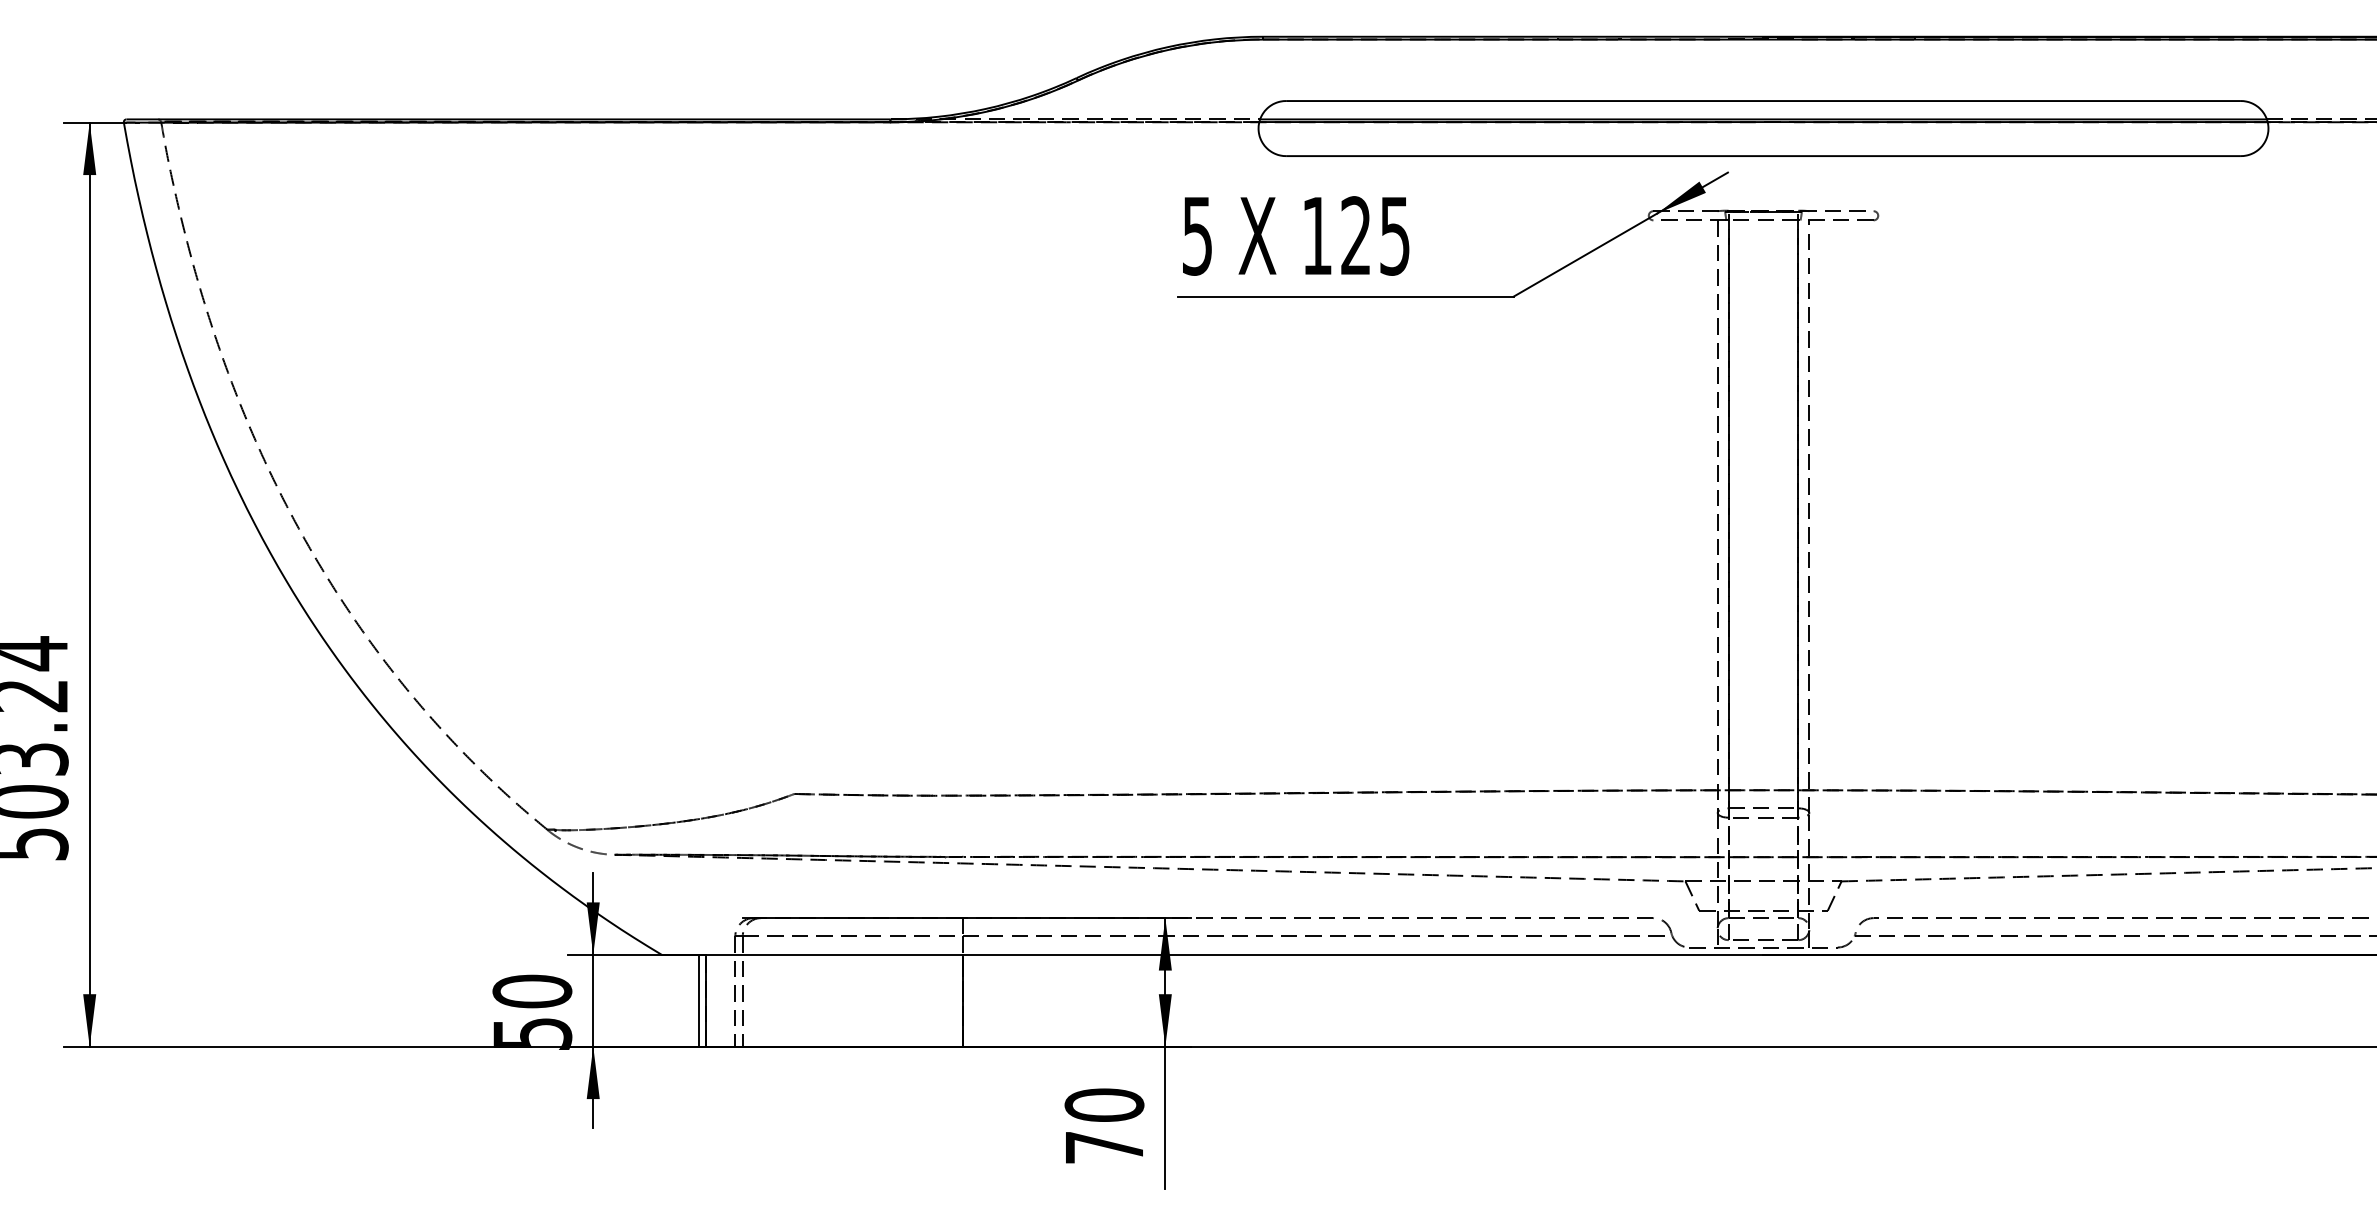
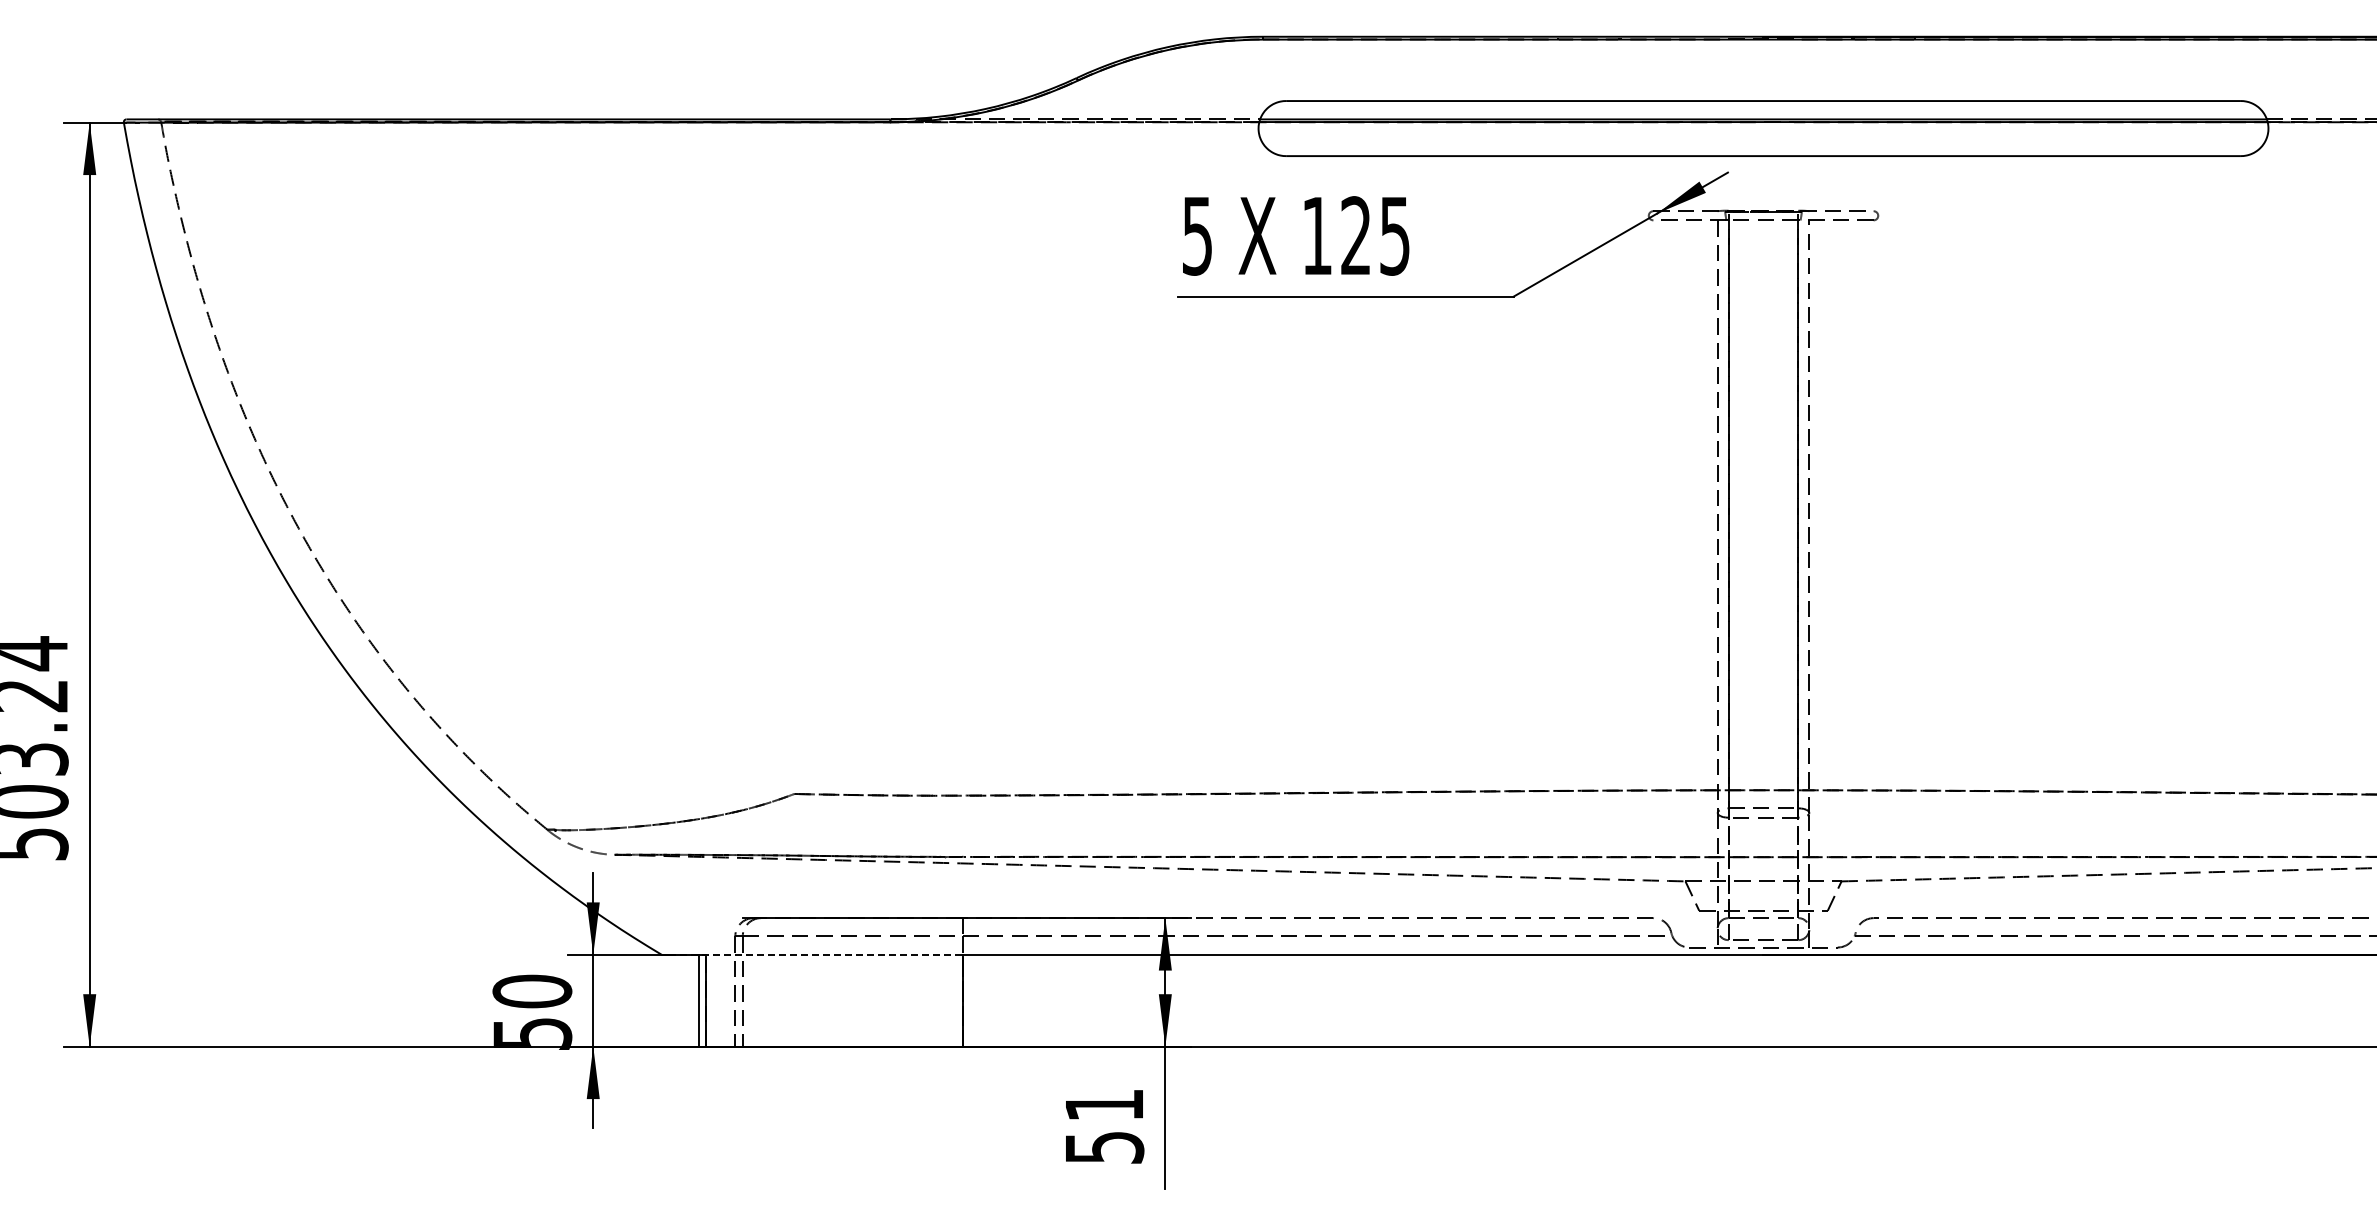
line at (816, 954): solid -> dashed
text at (1104, 1125): 70 -> 51
